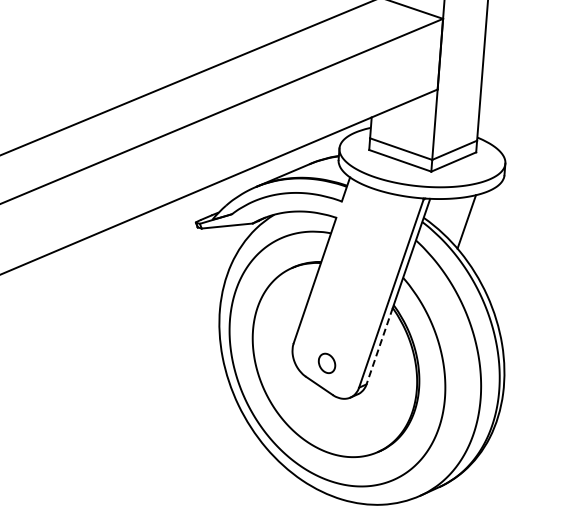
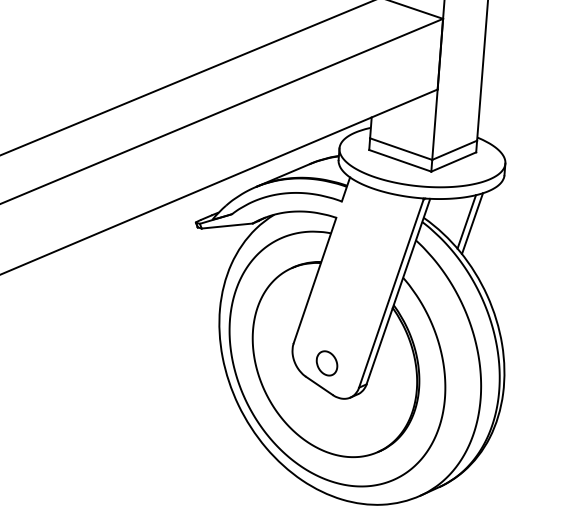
line at (472, 223): none -> present
line at (379, 346): dashed -> solid
part at (326, 362) size: 20x22 px -> 24x27 px
